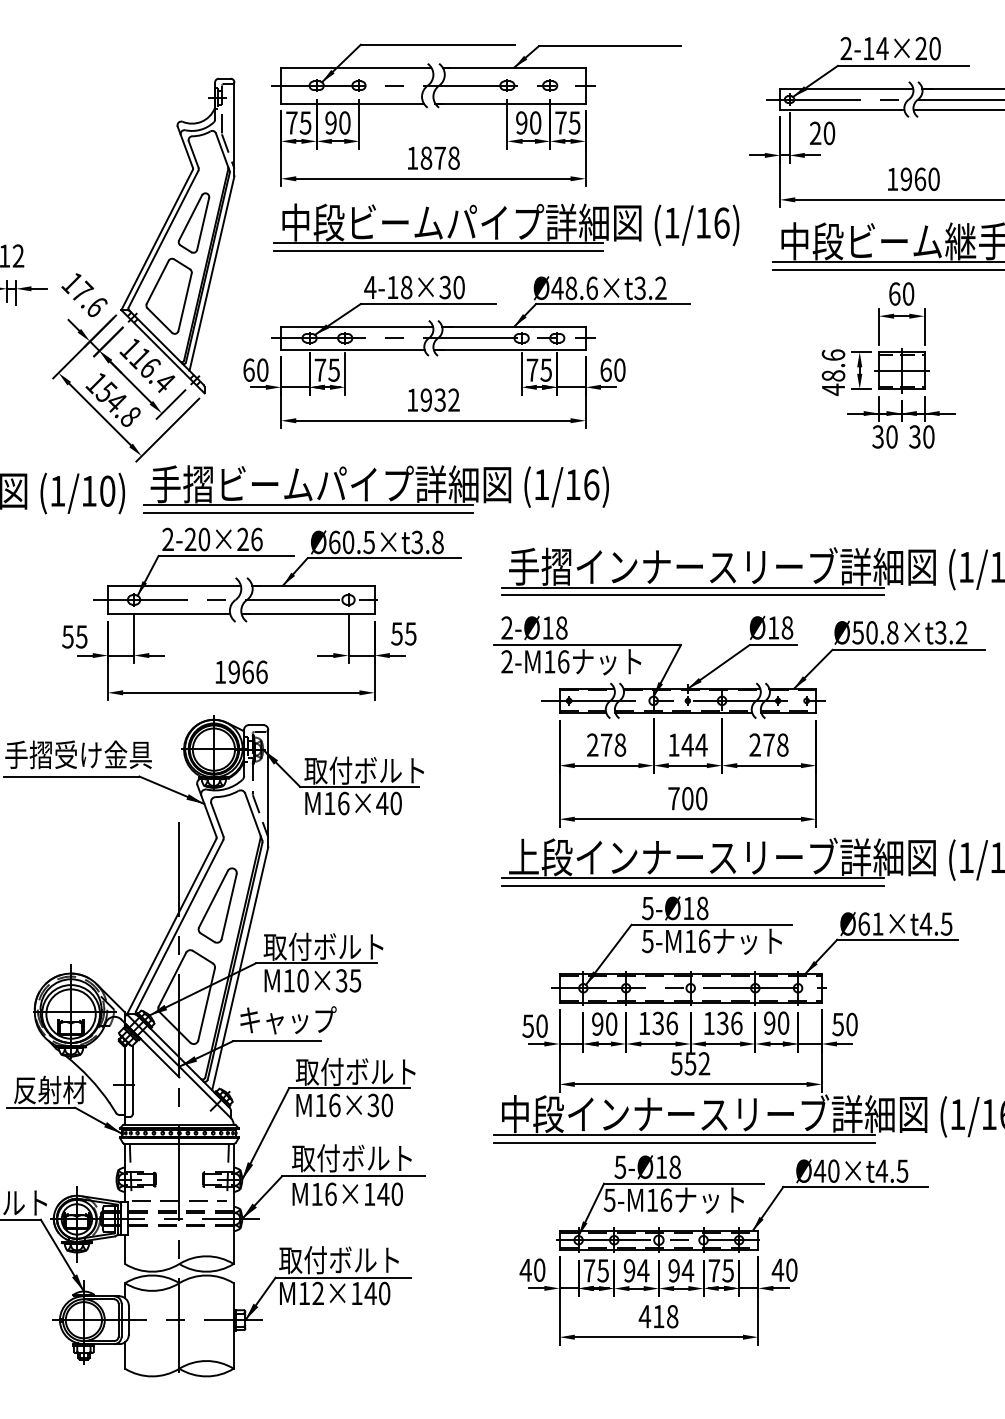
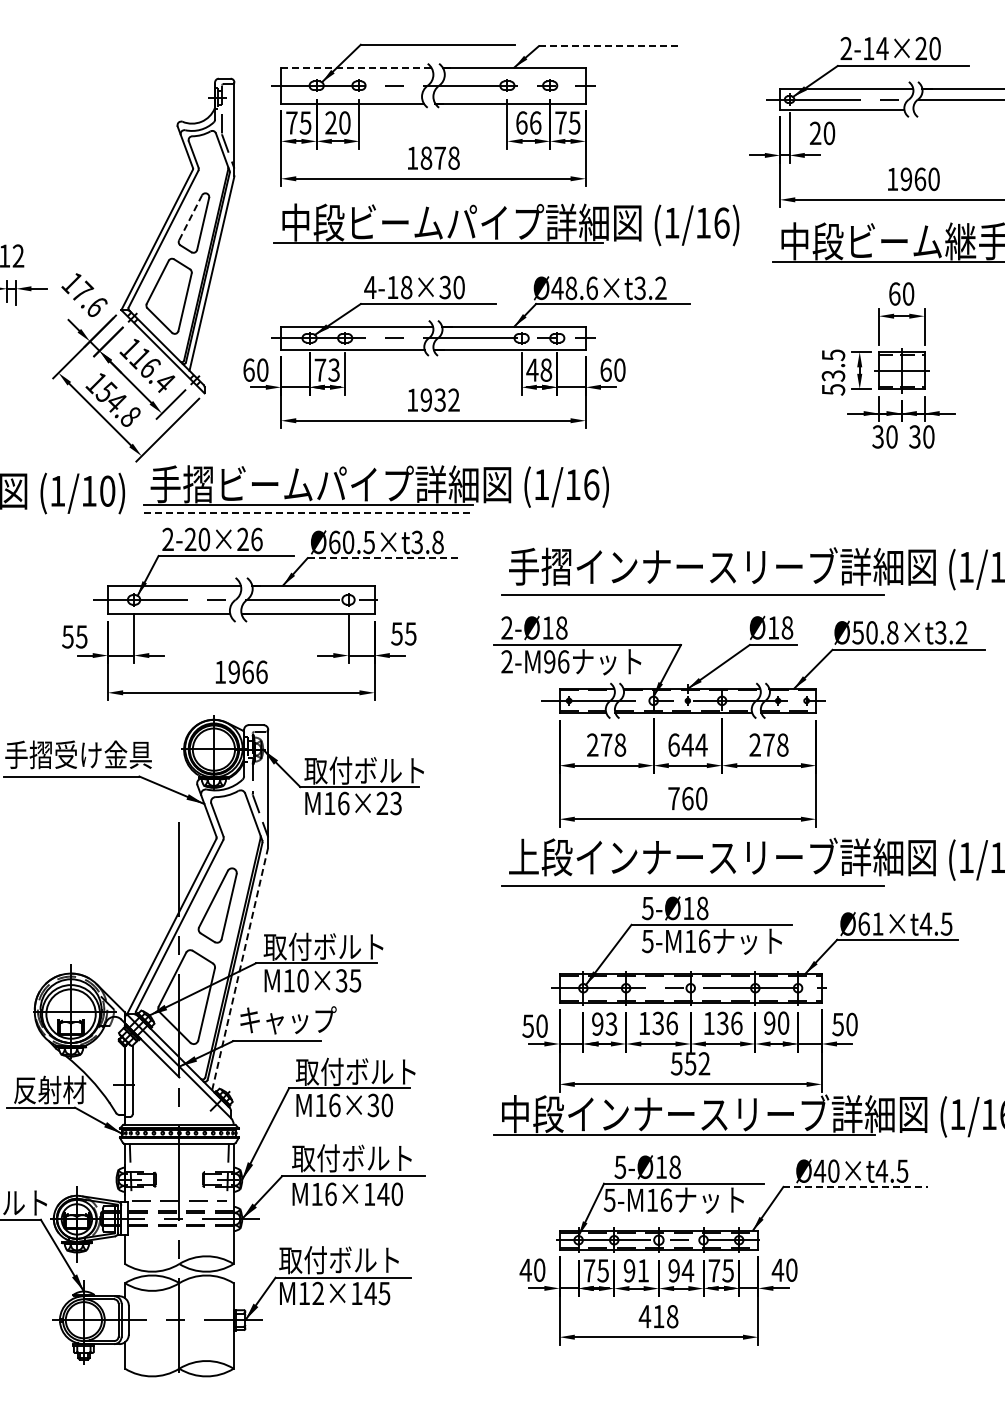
line at (610, 46): solid -> dashed
line at (356, 67): solid -> dashed
line at (957, 109): present -> none
text at (330, 122): 90 -> 20
text at (528, 122): 90 -> 66
line at (190, 217): solid -> dashed
line at (438, 251): present -> none
line at (887, 269): present -> none
text at (333, 369): 75 -> 73
text at (539, 369): 75 -> 48
text at (833, 372): 48.6 -> 53.5
line at (308, 512): solid -> dashed
line at (384, 558): solid -> dashed
line at (692, 587): present -> none
text at (549, 661): 2-M16 -> 2-M96
text at (673, 744): 144 -> 644
text at (687, 798): 700 -> 760
text at (388, 803): M16×40 -> M16×23
line at (692, 878): present -> none
line at (240, 968): solid -> dashed
text at (611, 1023): 90 -> 93
line at (684, 1142): present -> none
line at (856, 1186): solid -> dashed
text at (643, 1270): 94 -> 91
text at (384, 1293): M12×140 -> M12×145
